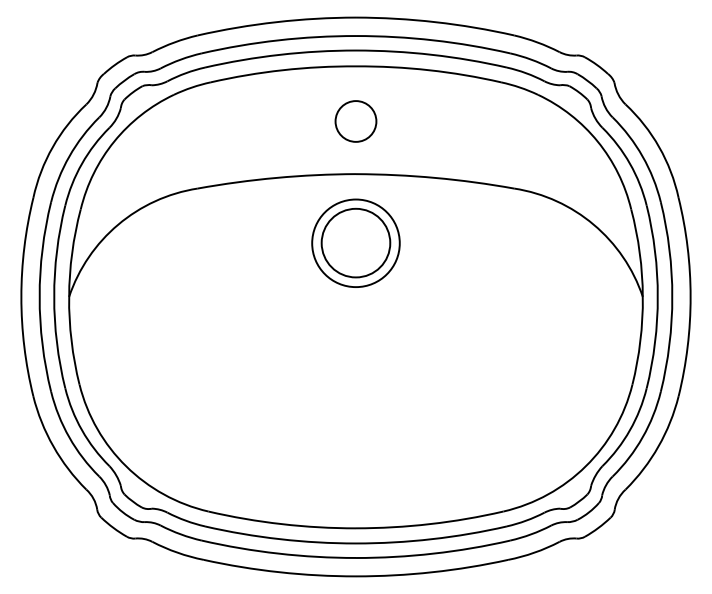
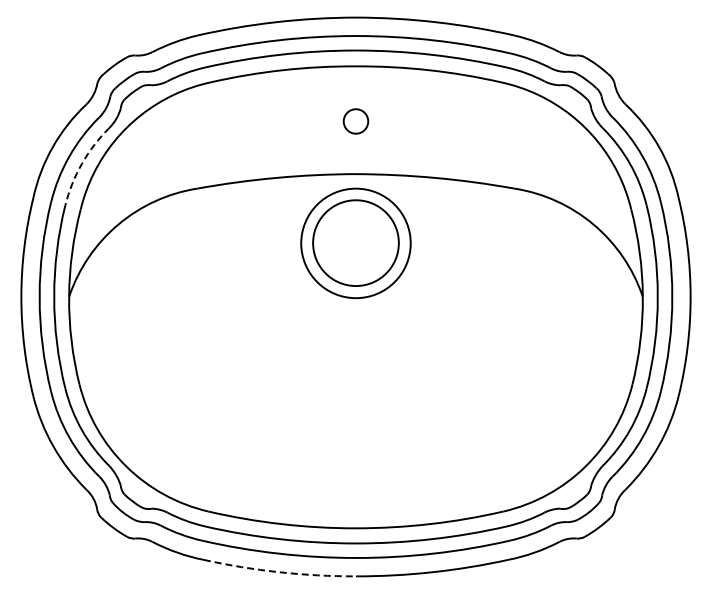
circle at (355, 121) size: 44x43 px -> 28x27 px
arc at (82, 163): solid -> dashed
part at (355, 242) size: 90x90 px -> 112x112 px
arc at (279, 572): solid -> dashed
